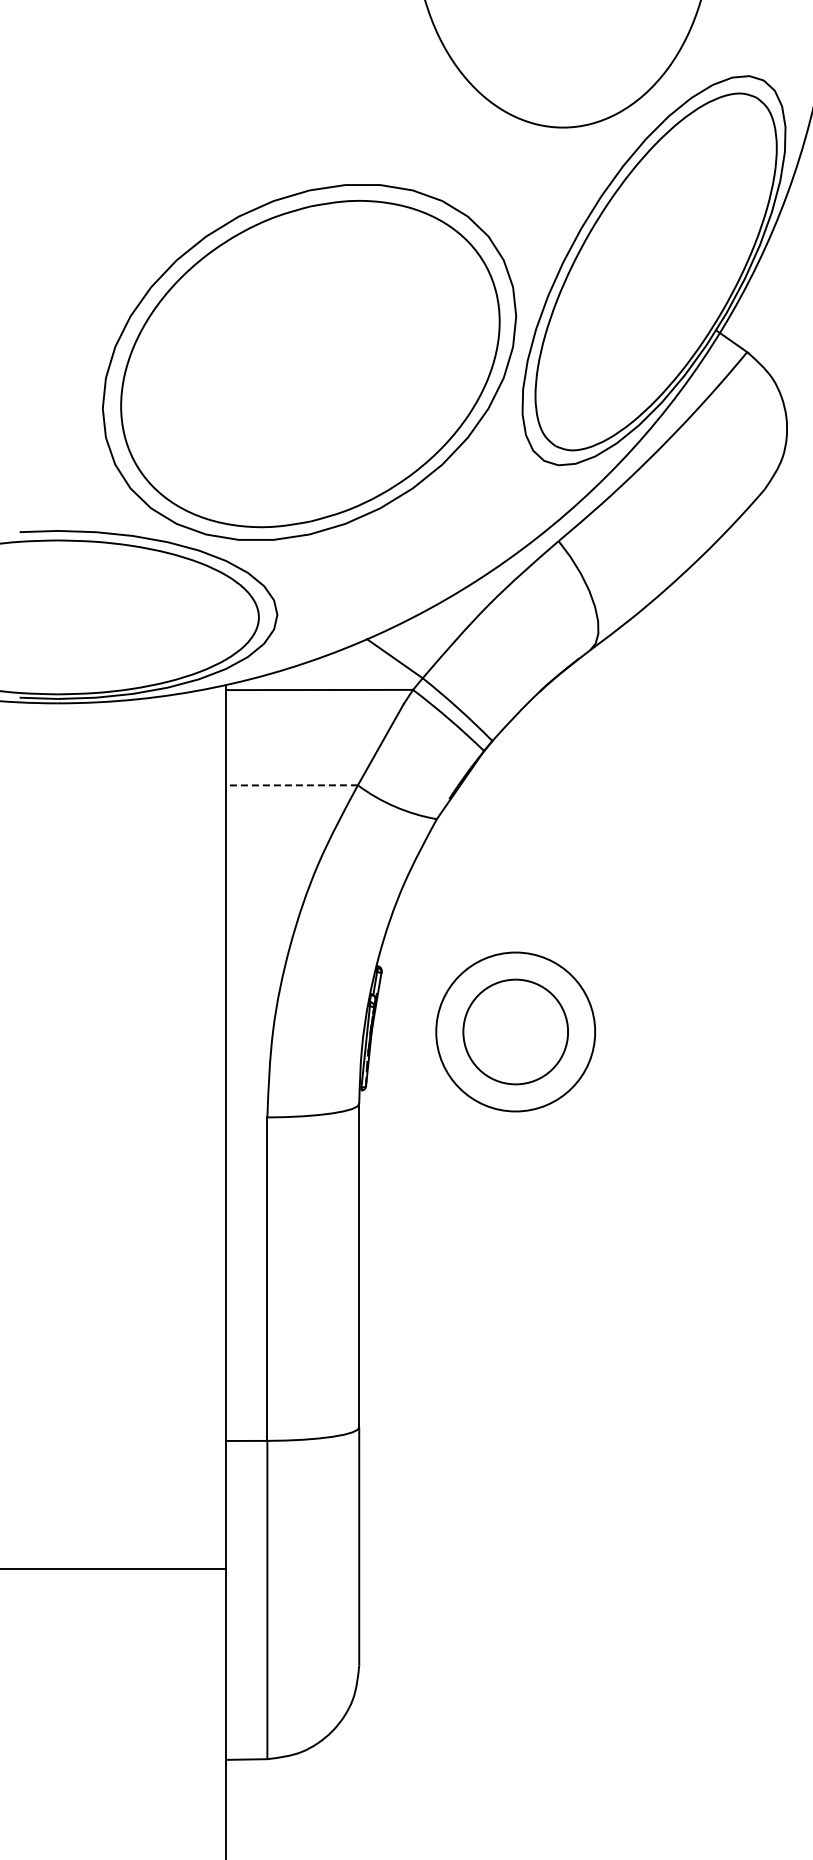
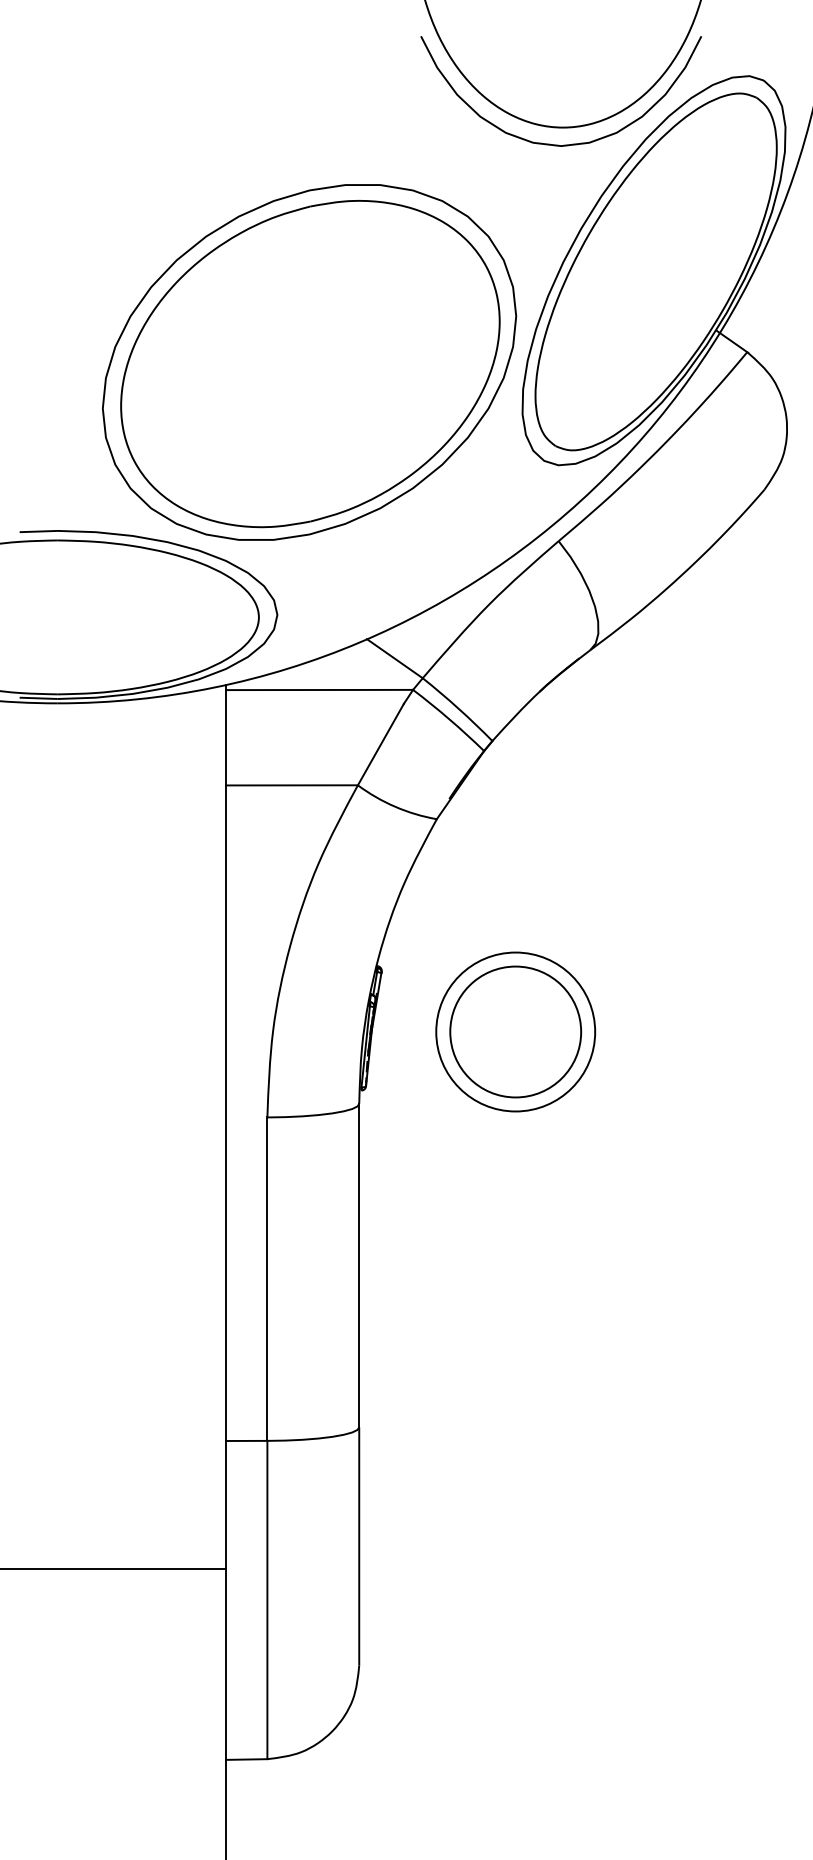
curve at (550, 143): none -> present
line at (292, 785): dashed -> solid
circle at (515, 1031) diameter: 105 px -> 131 px
